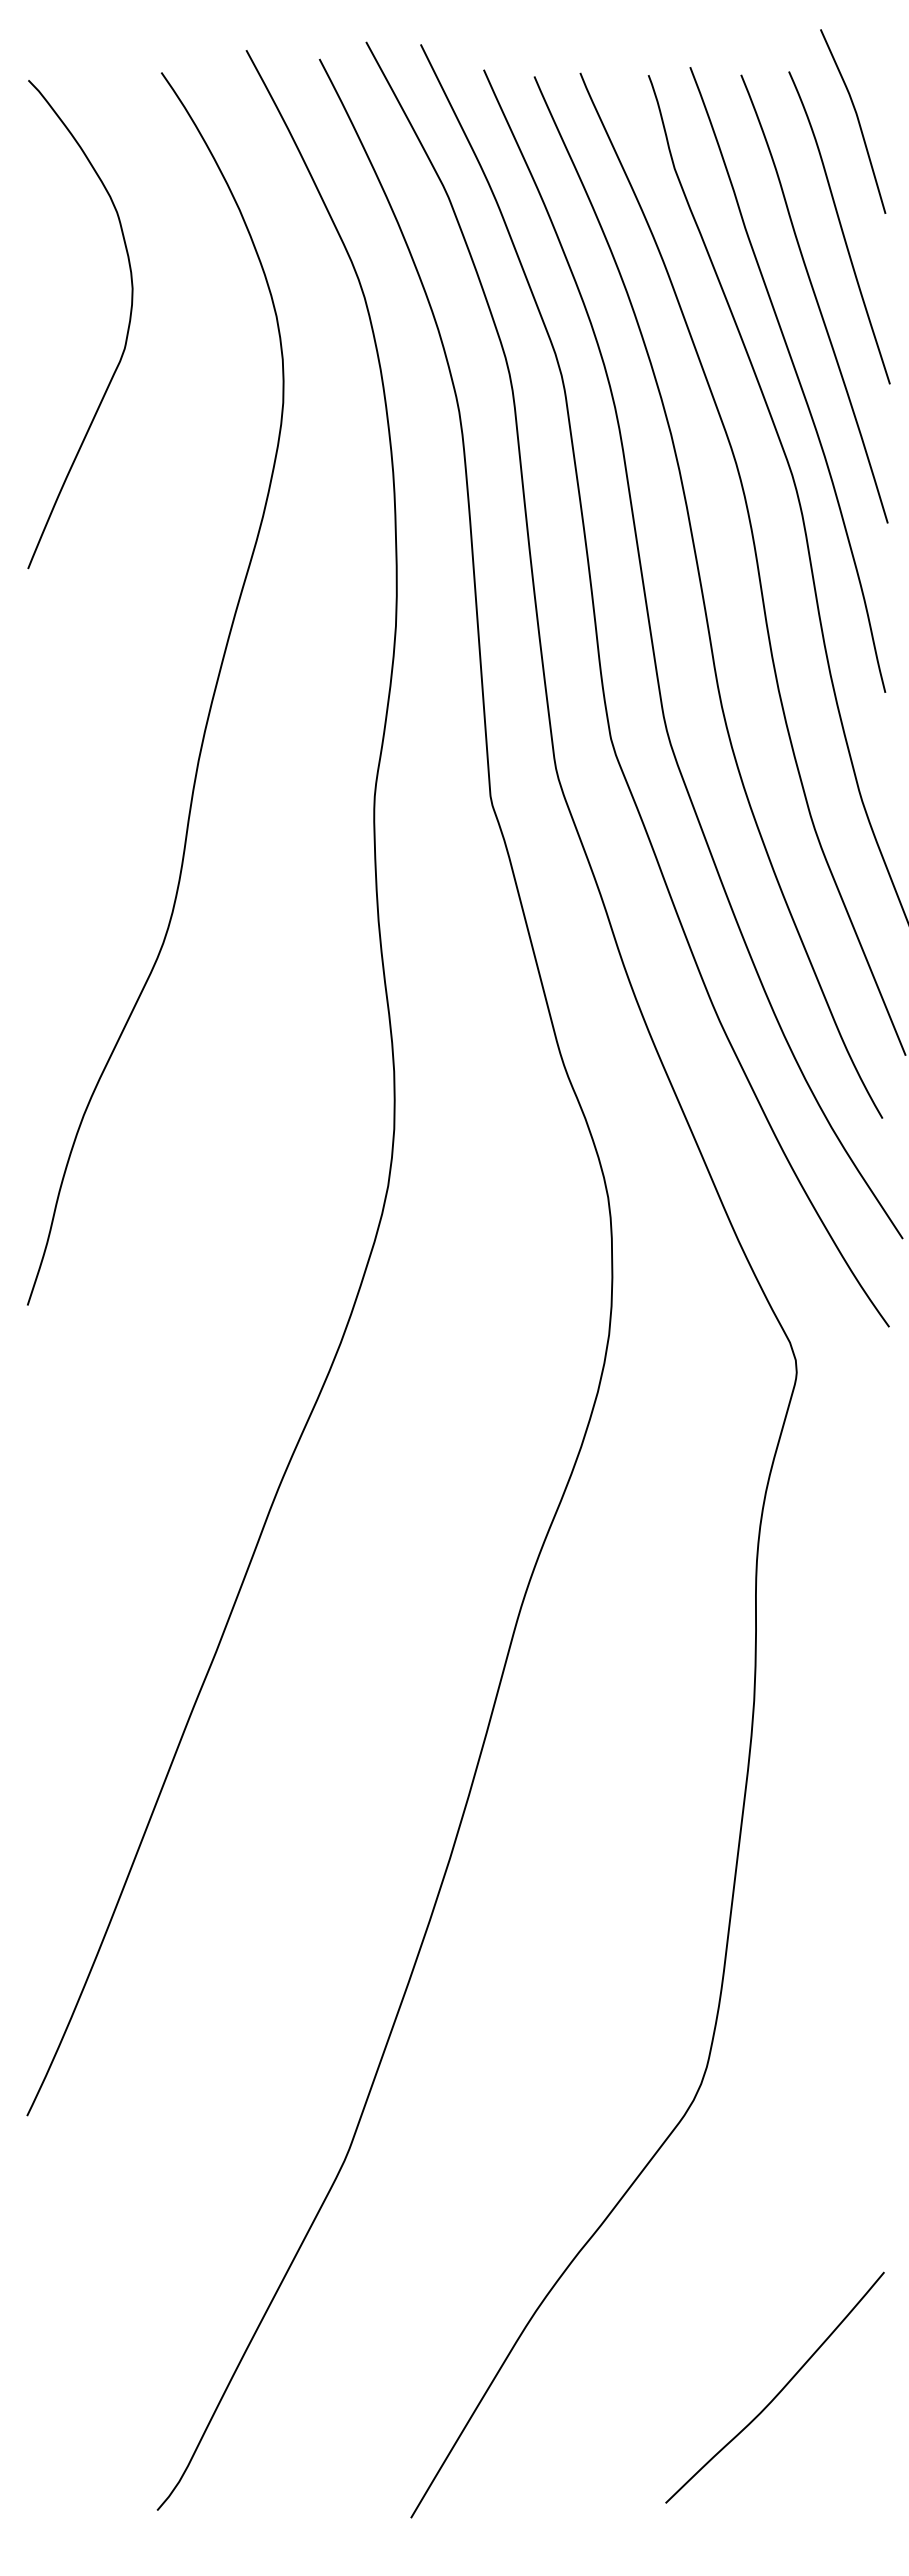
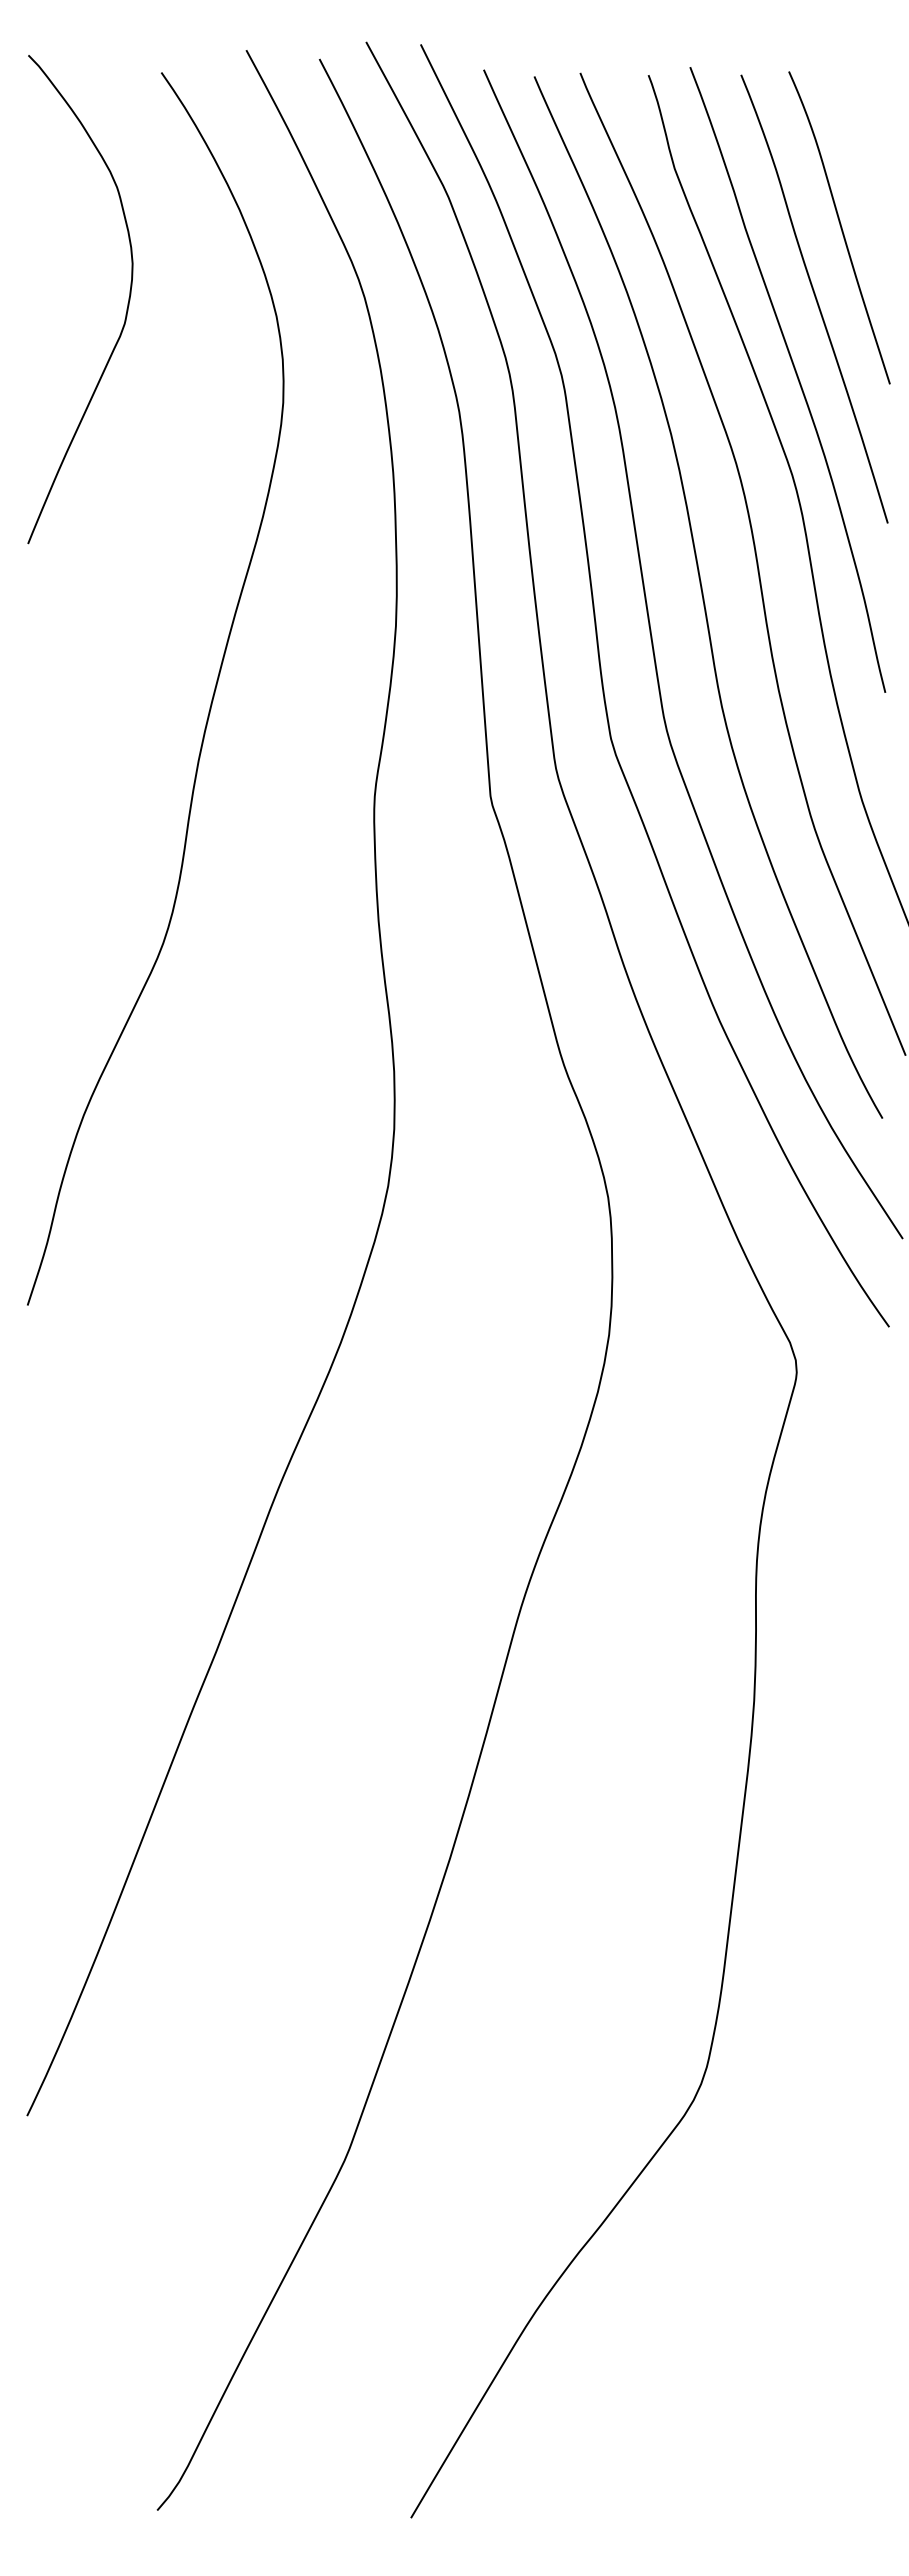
curve at (857, 121): present -> none
curve at (126, 333) position: (126, 333) -> (126, 308)
curve at (779, 2391): present -> none
